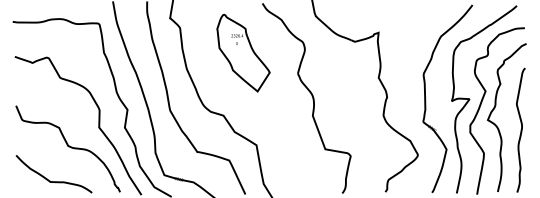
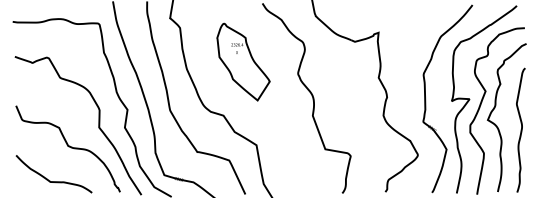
part at (243, 52) position: (243, 52) -> (243, 61)
